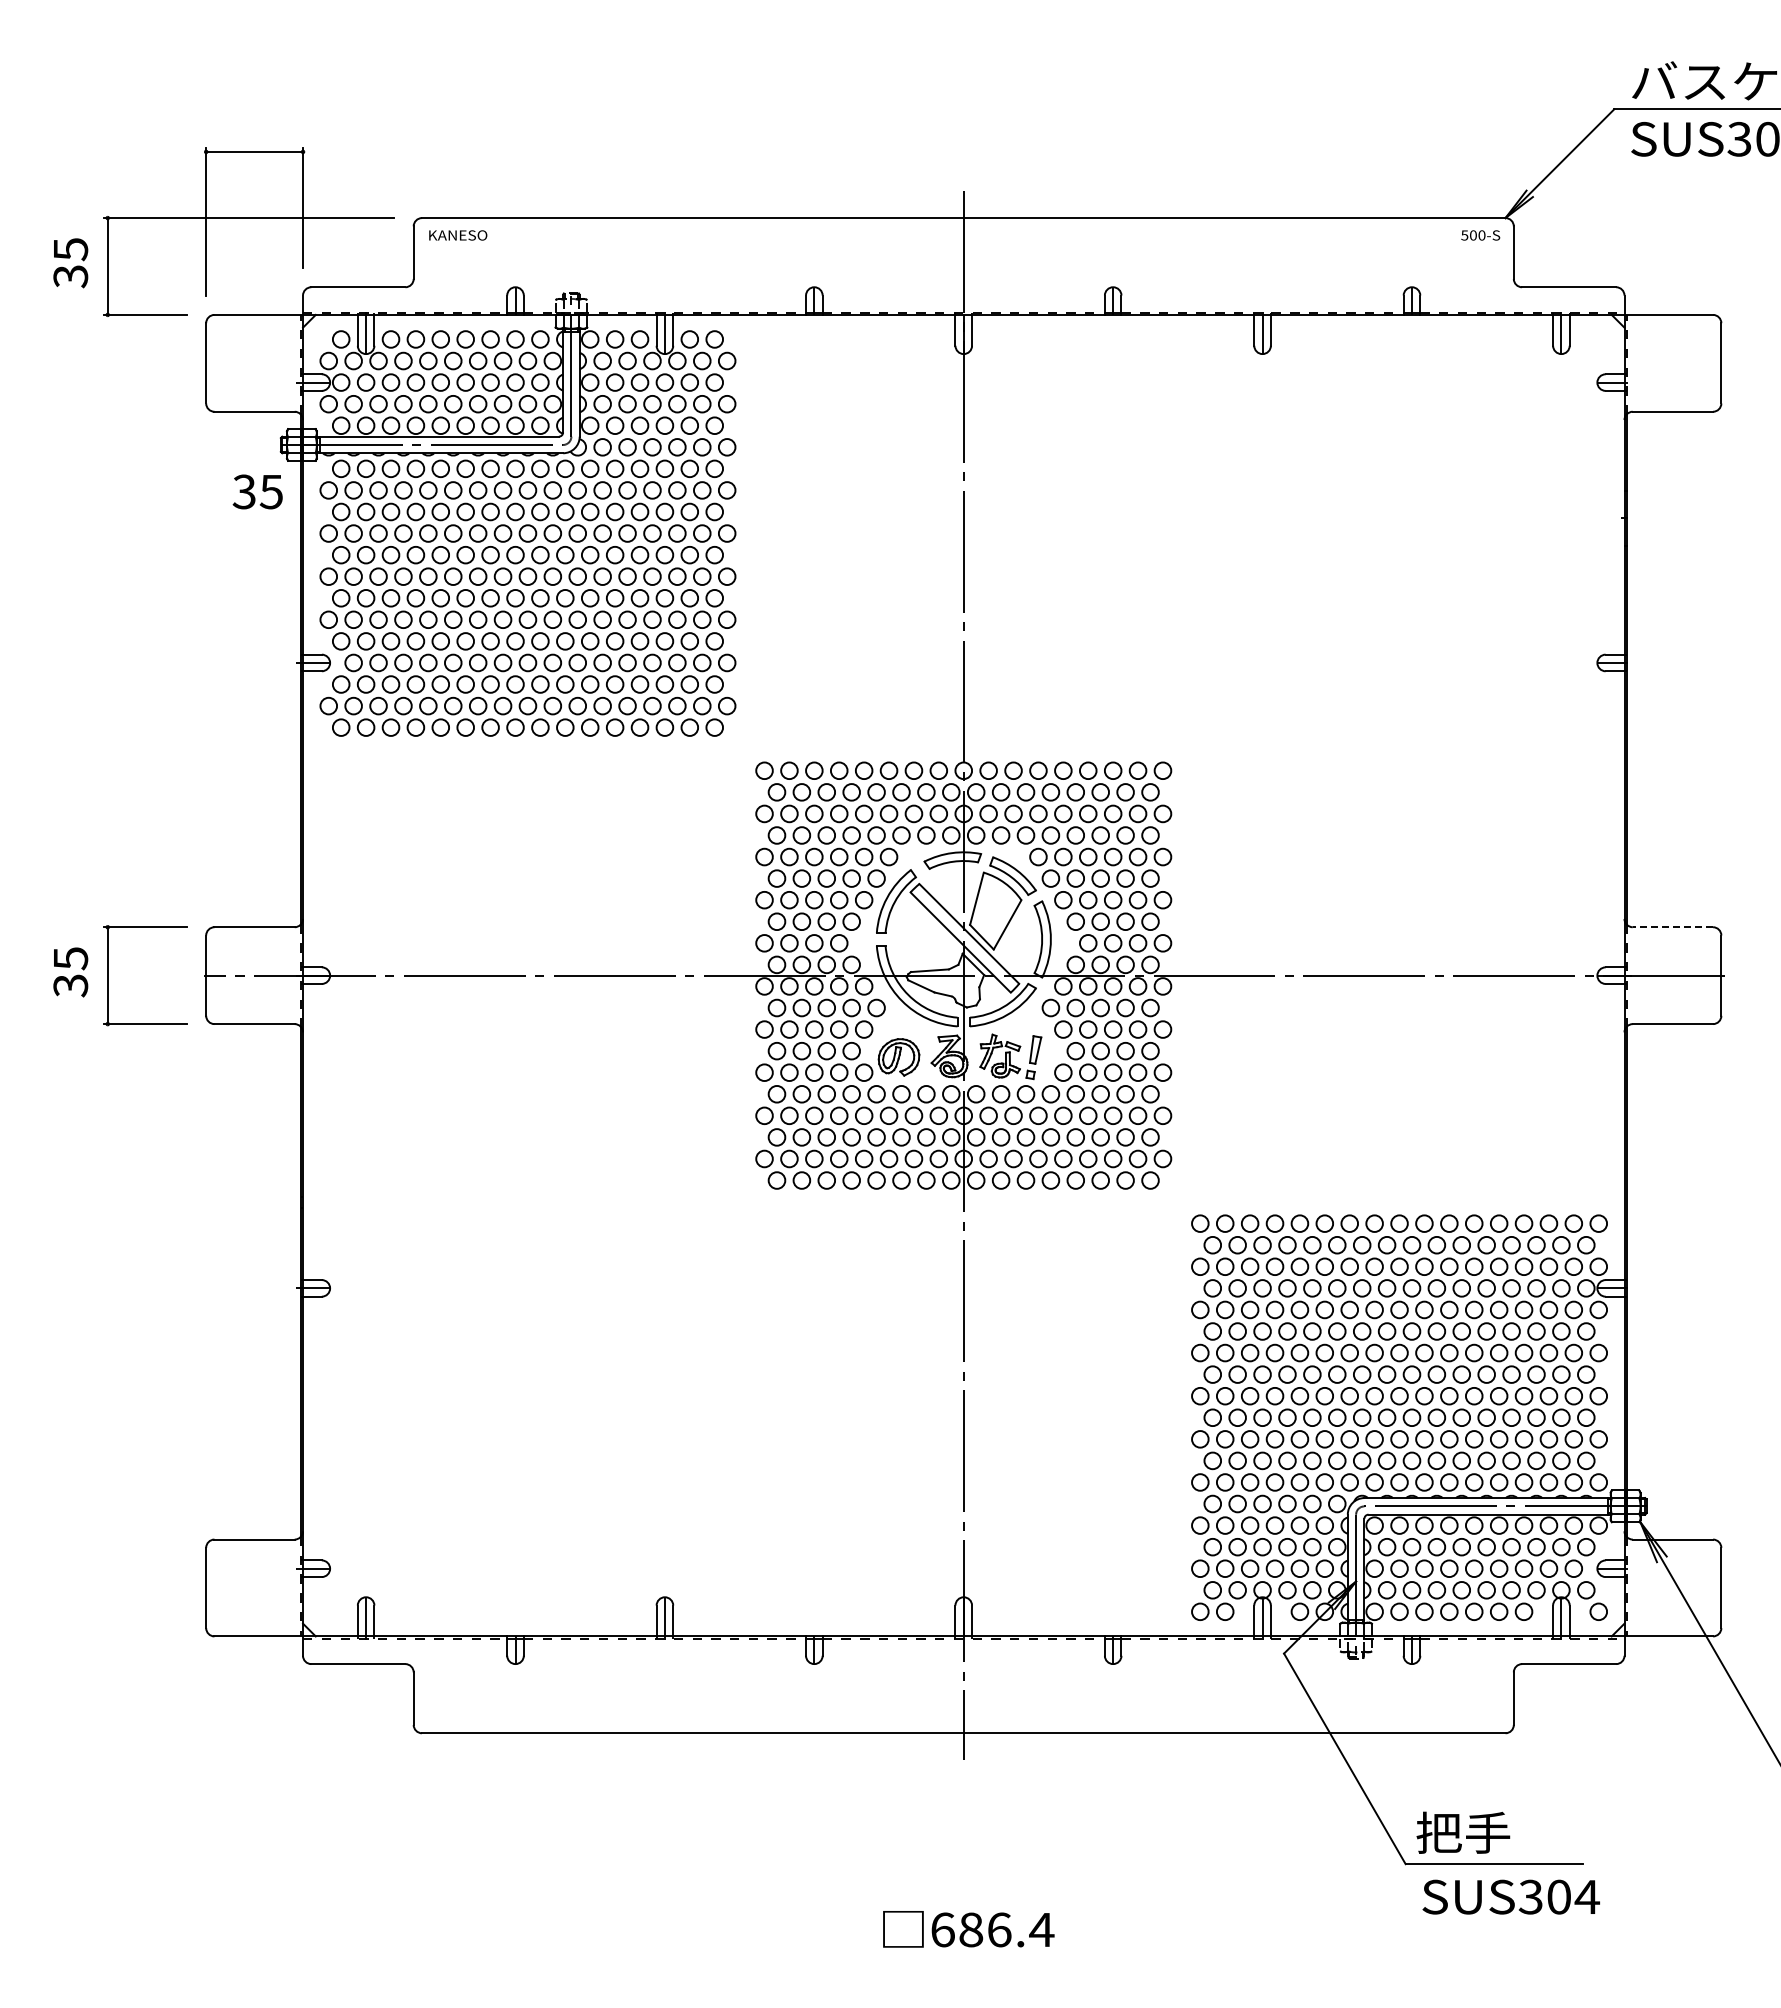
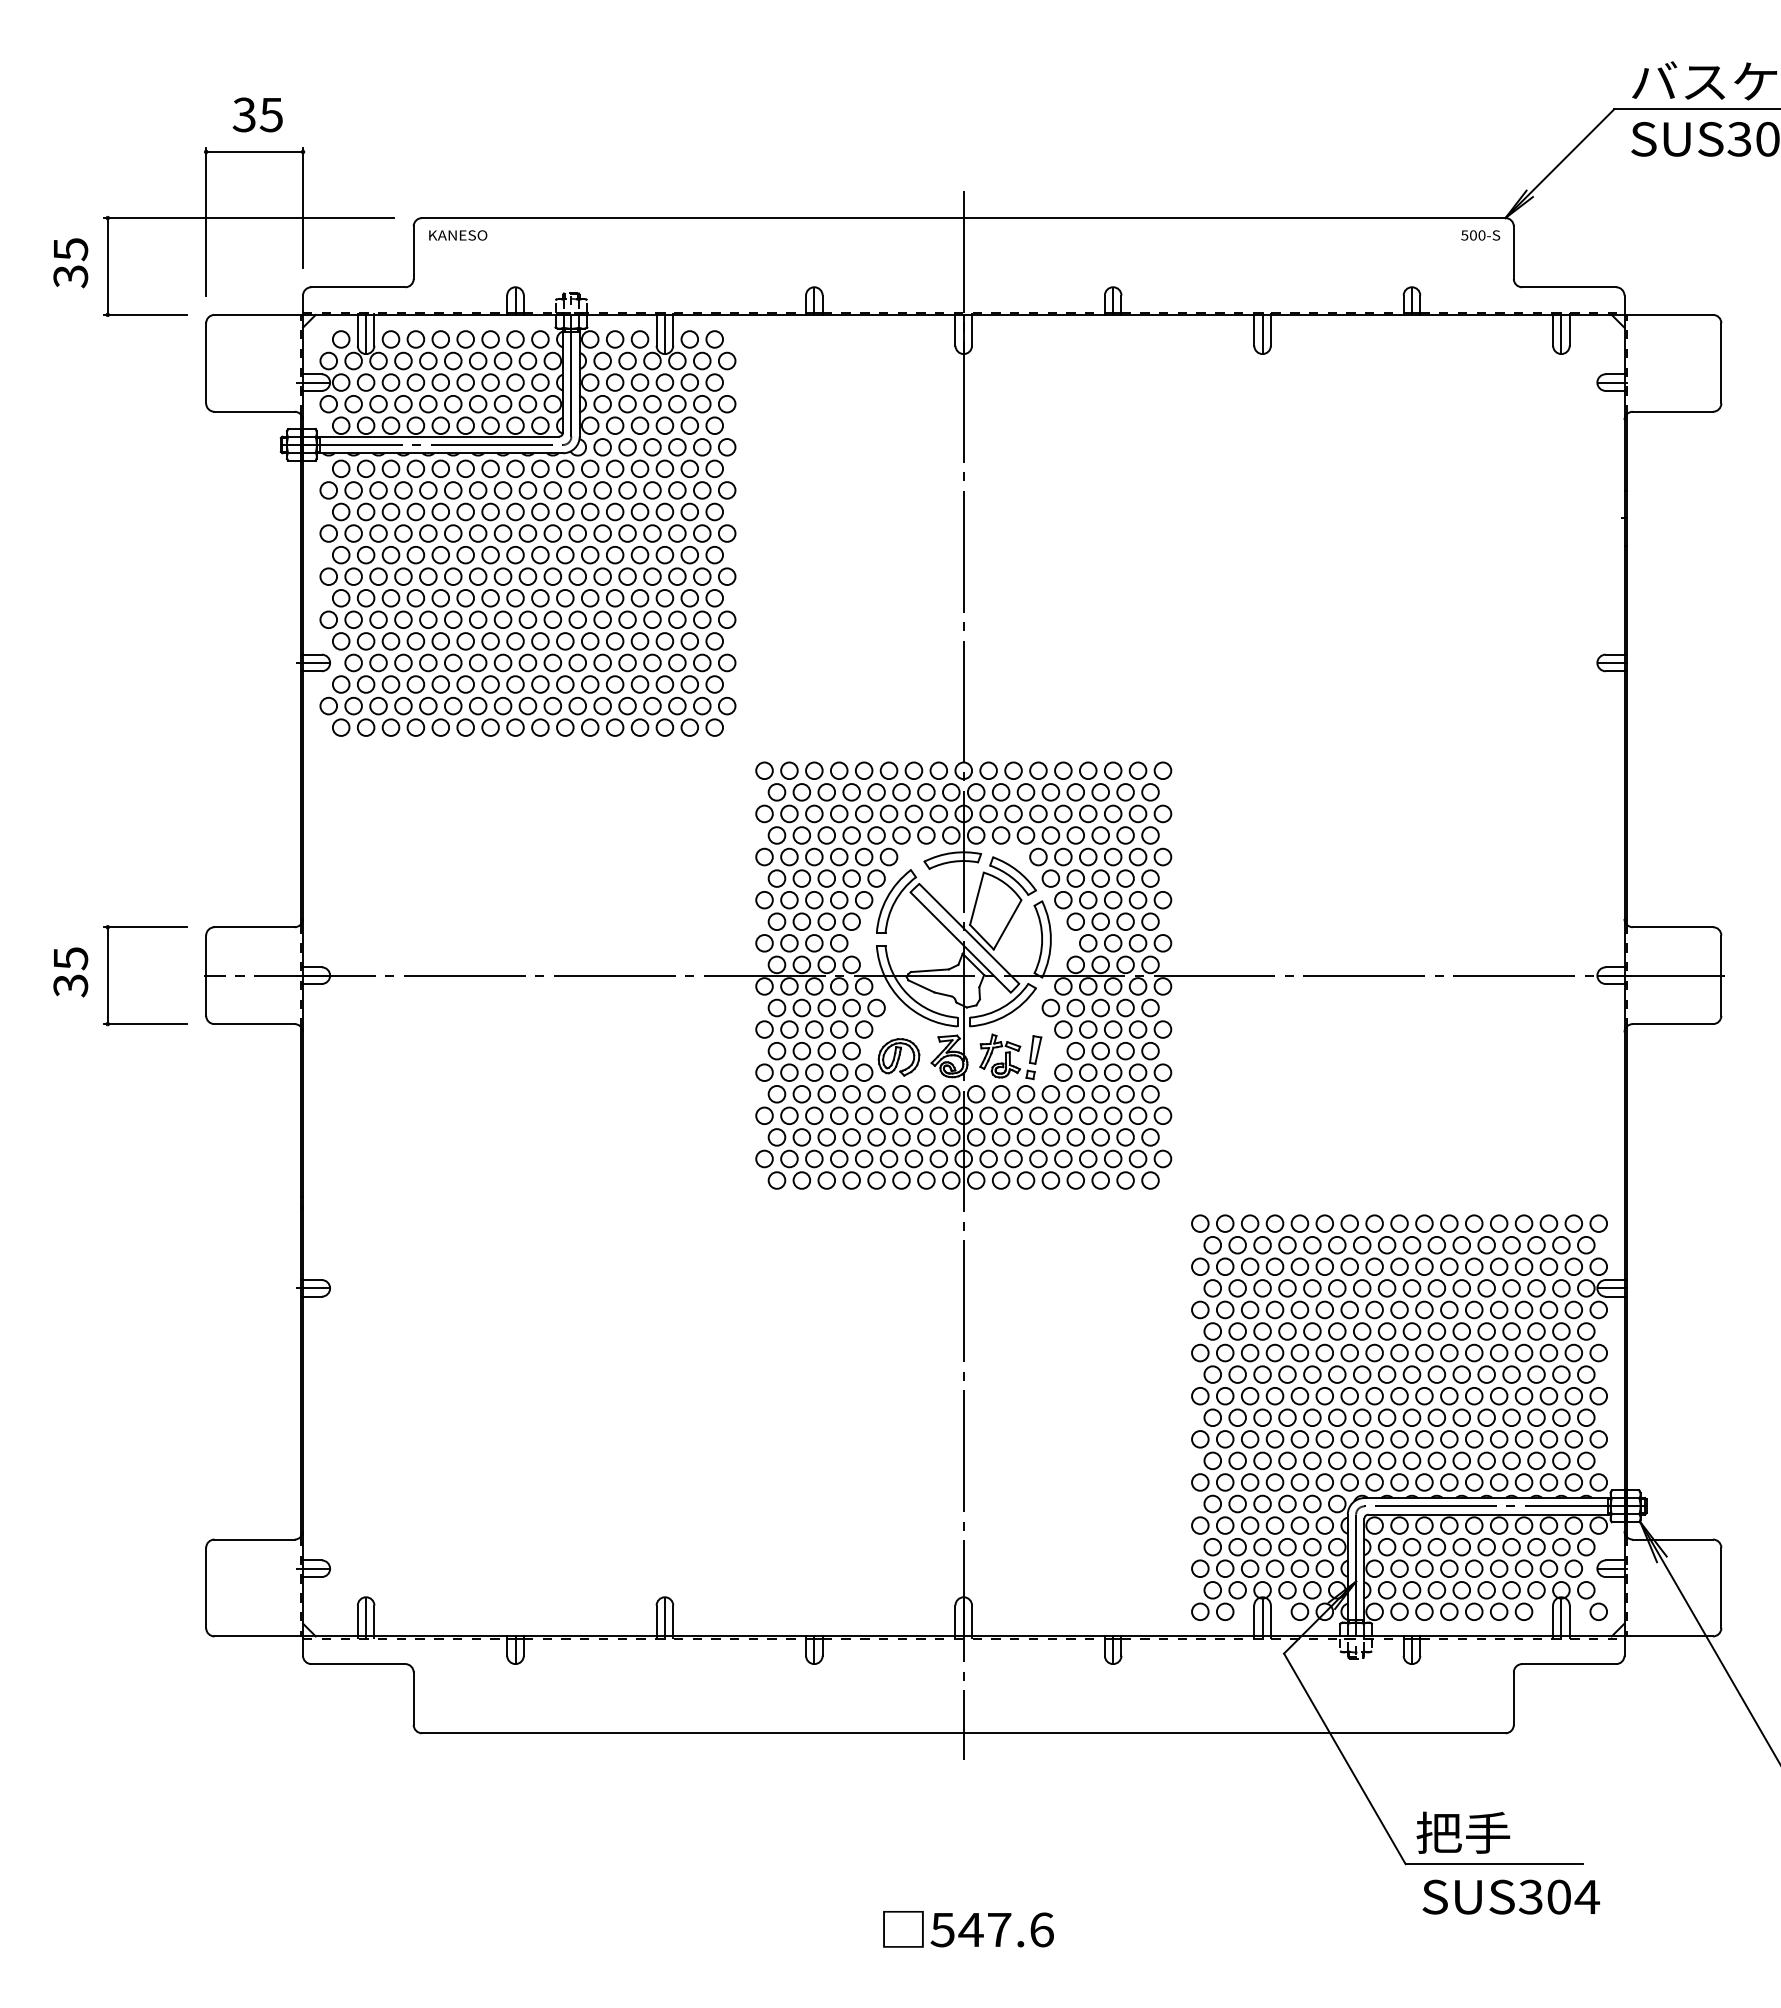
text at (257, 491) position: (257, 491) -> (257, 114)
line at (1672, 927): dashed -> solid
text at (992, 1929): 686.4 -> 547.6
